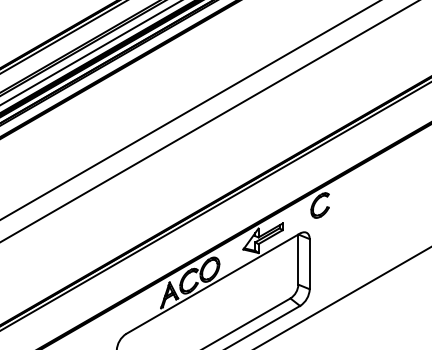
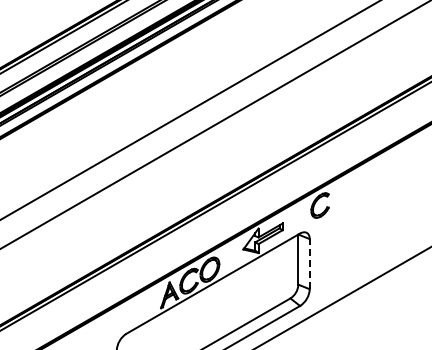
line at (90, 52): present -> none
line at (209, 121) position: (209, 121) -> (215, 124)
line at (309, 263): solid -> dashed
